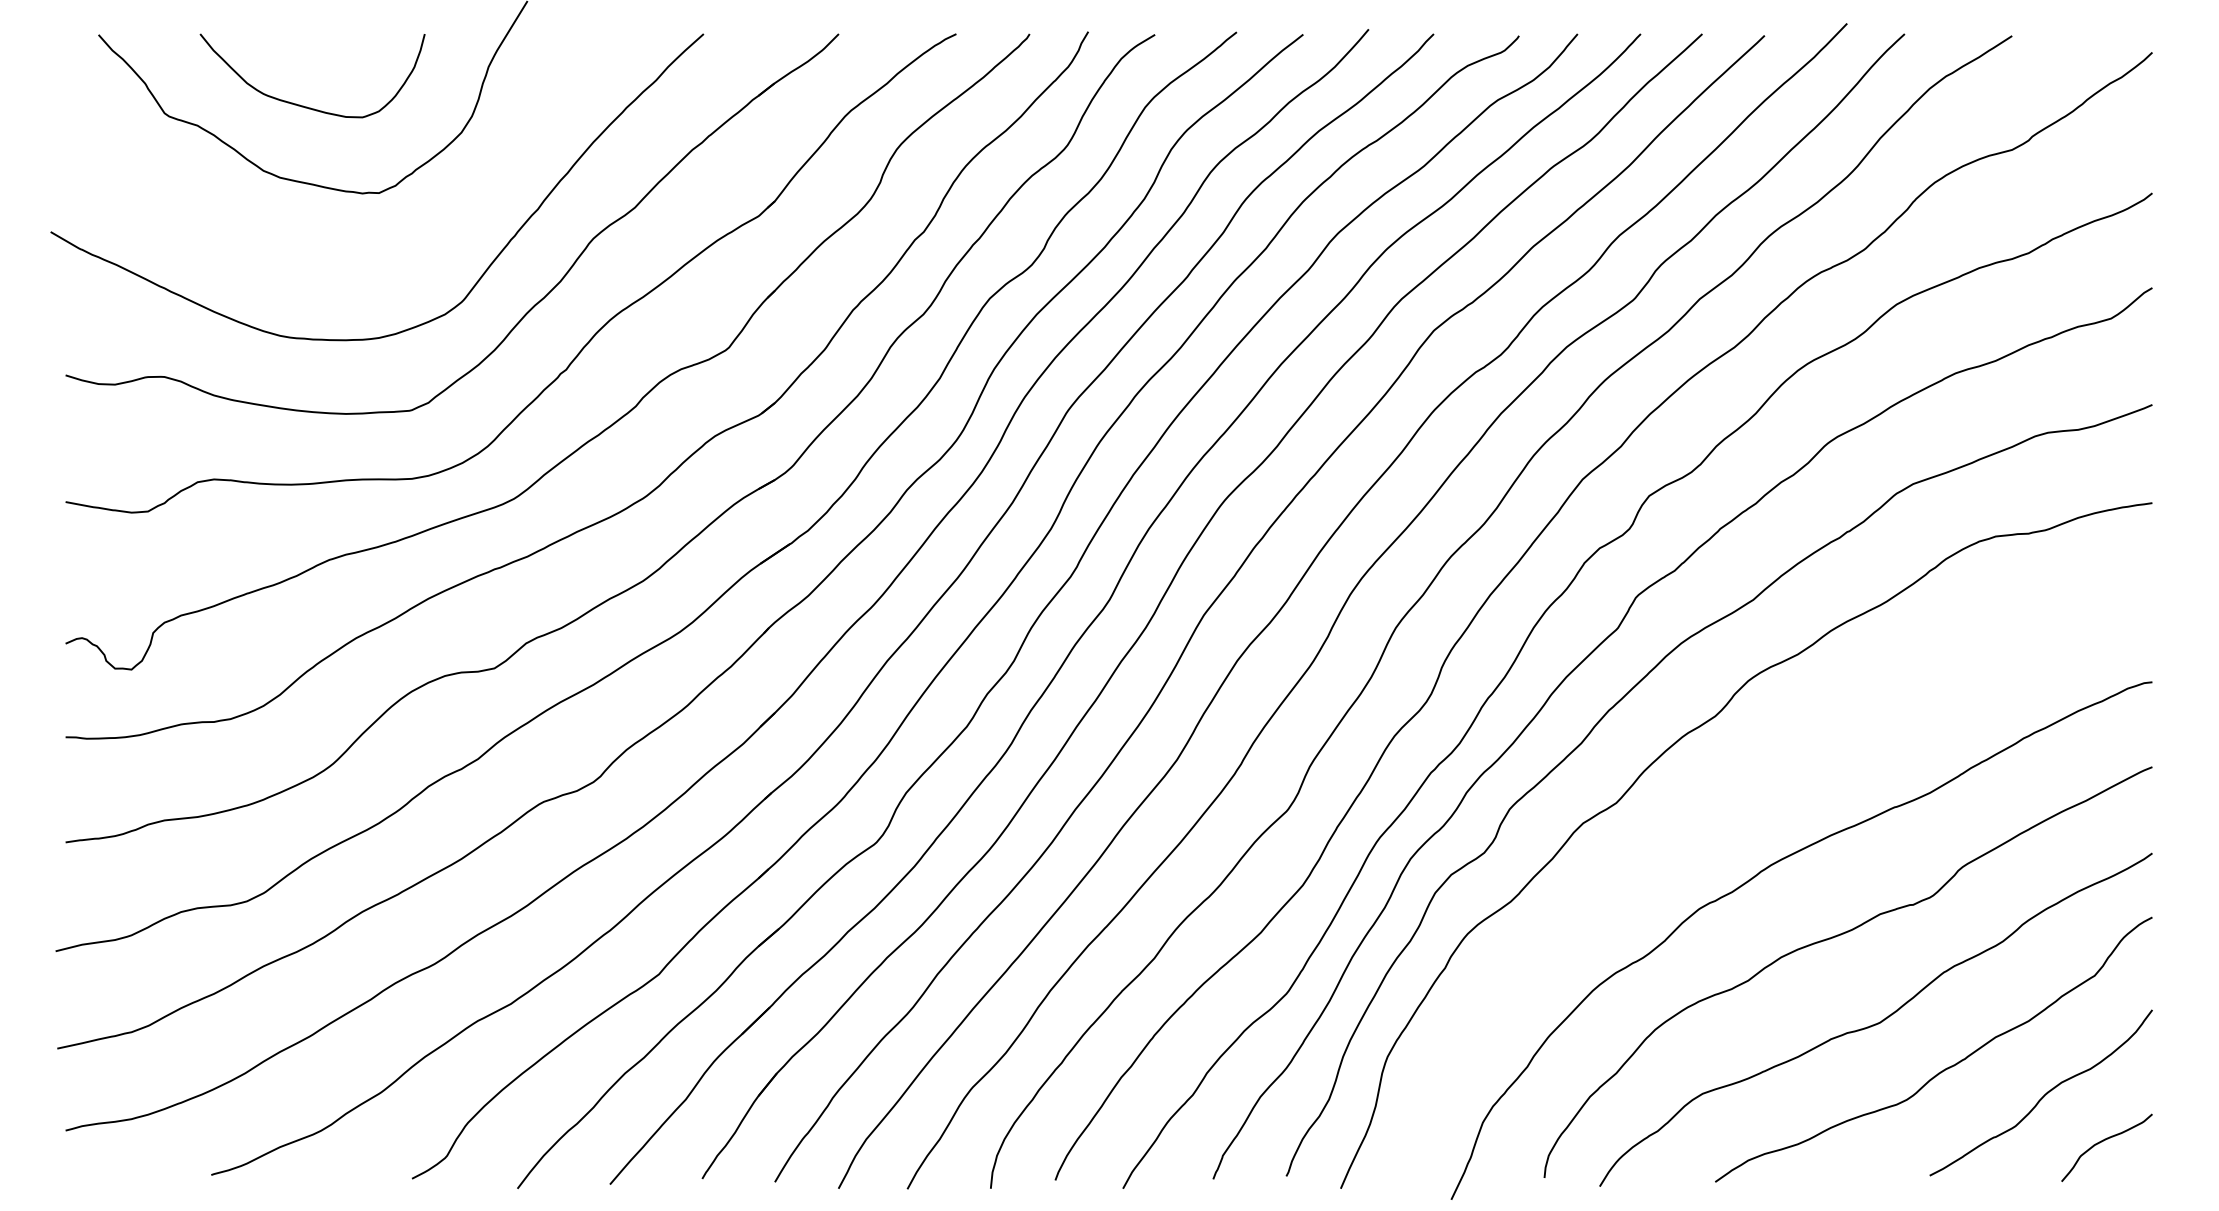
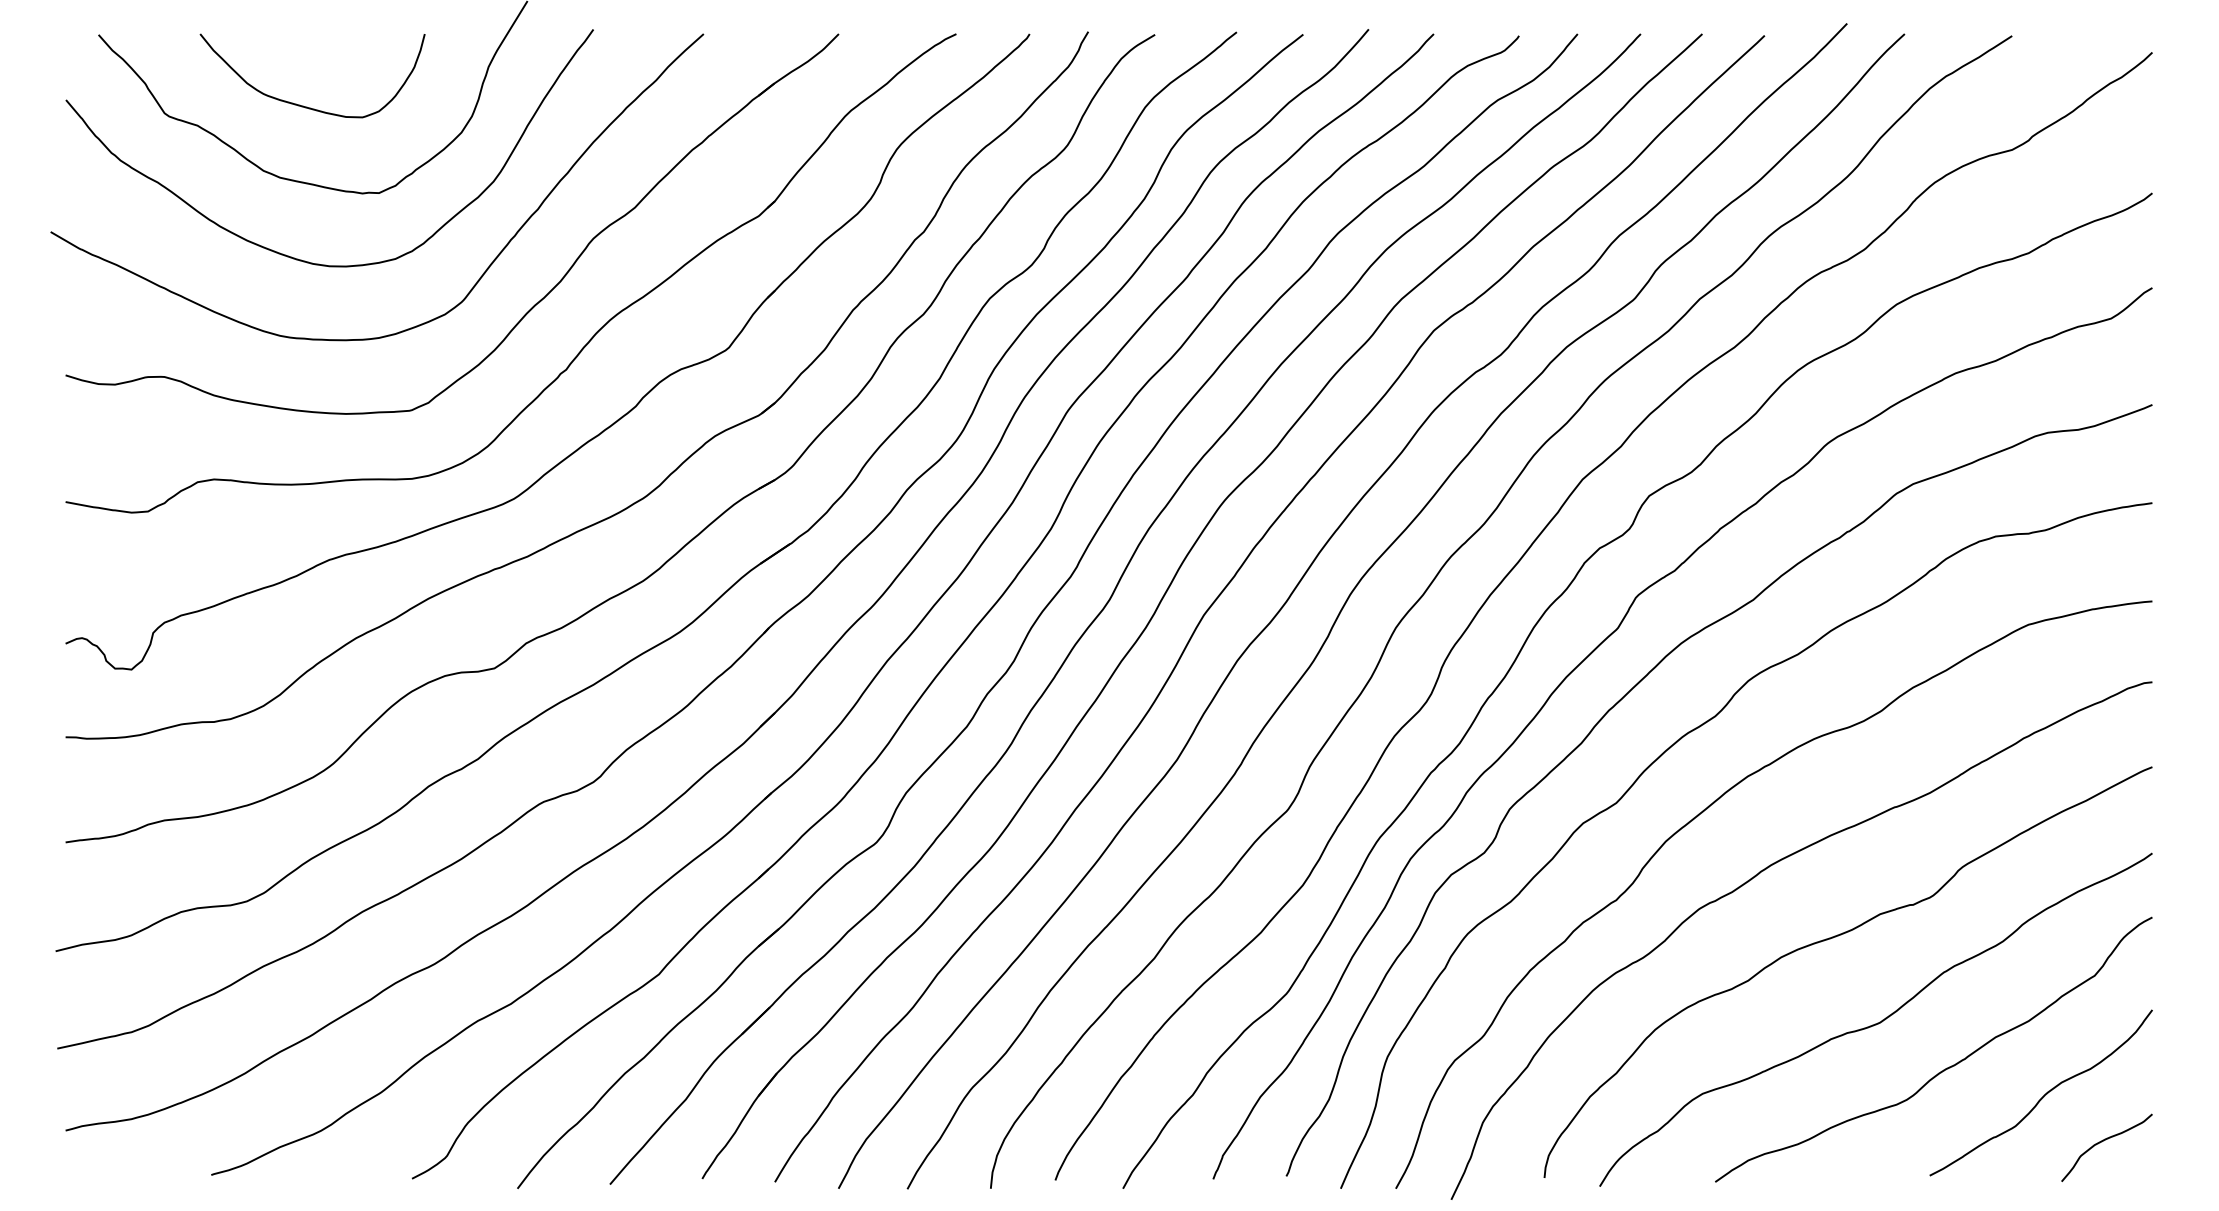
curve at (301, 259): none -> present
curve at (1707, 809): none -> present
